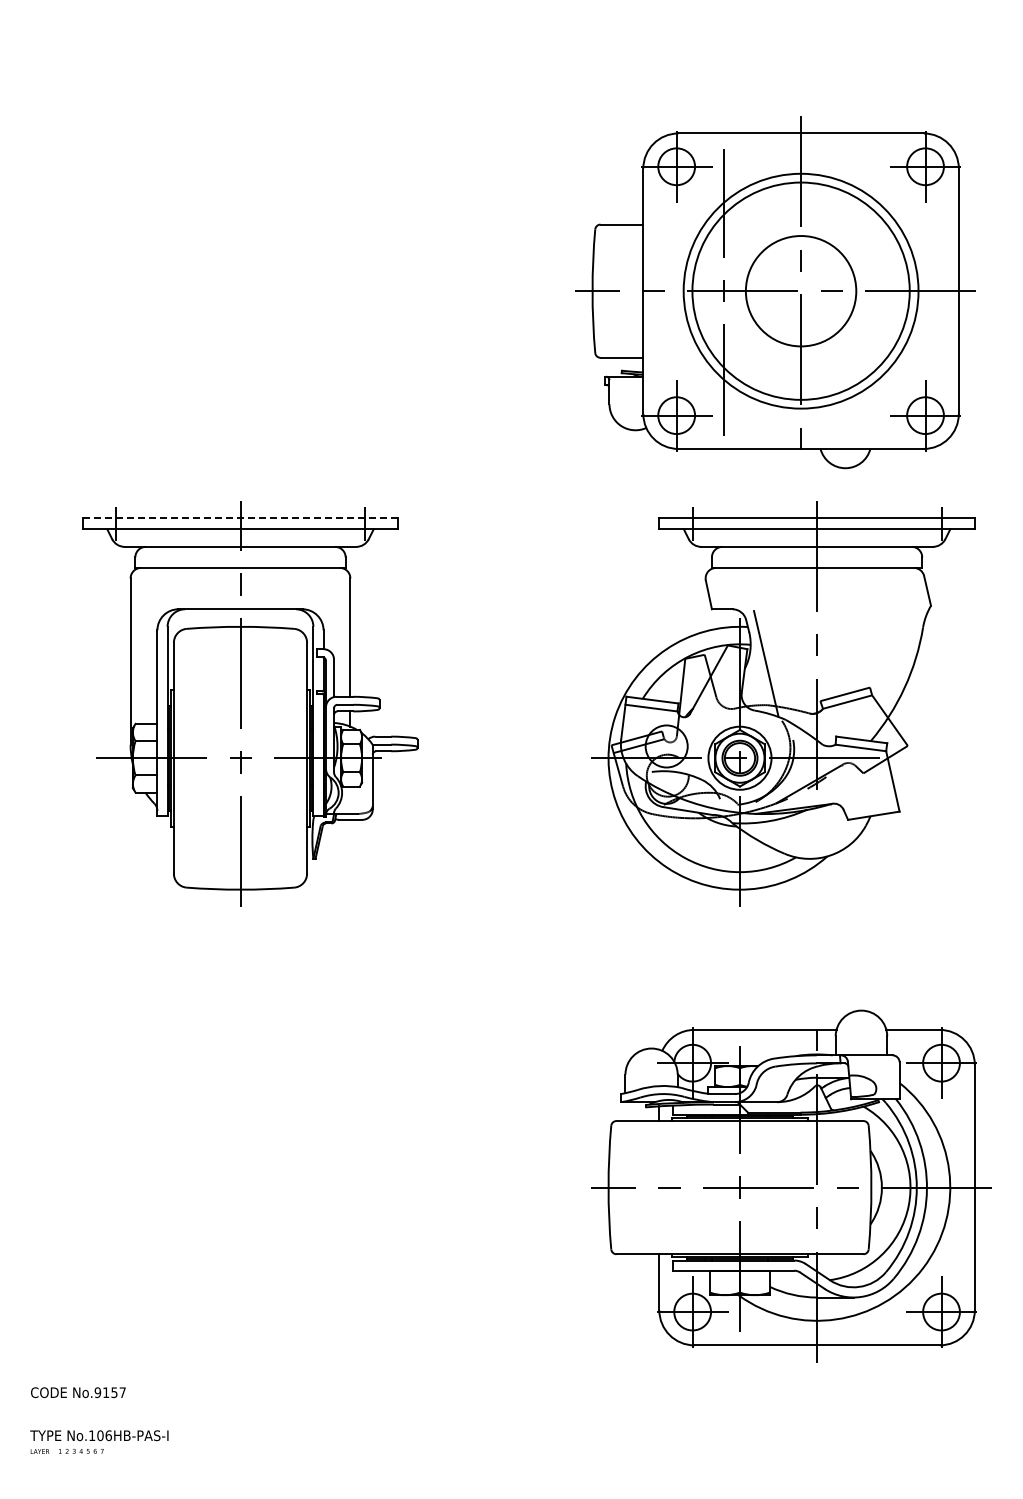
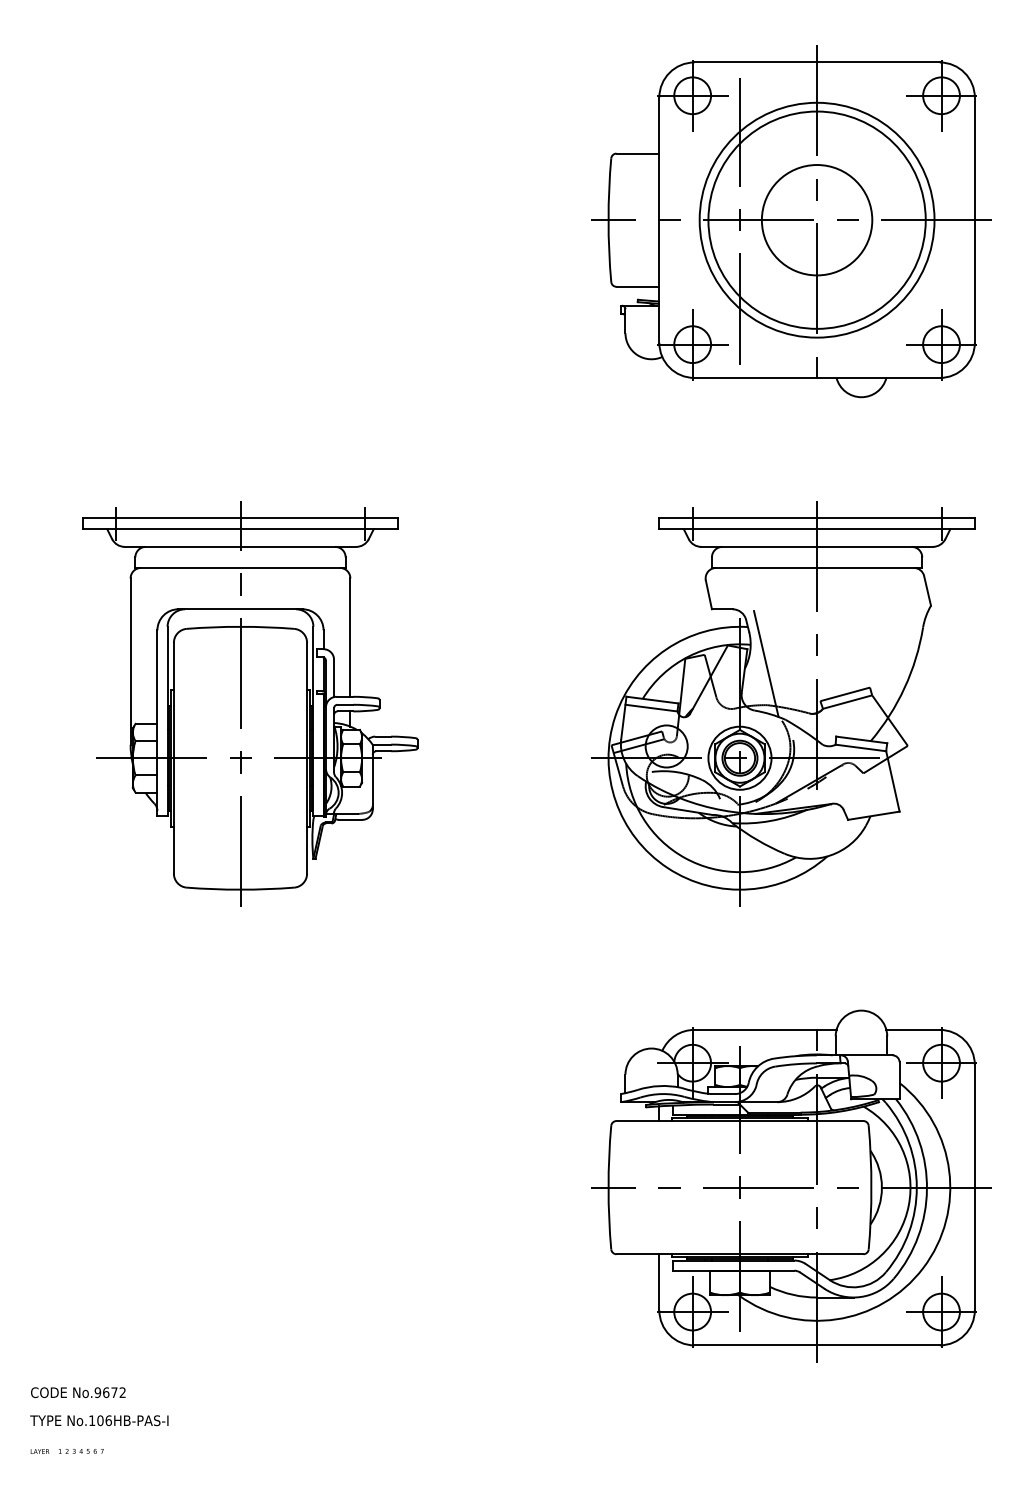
part at (775, 292) position: (775, 292) -> (791, 221)
line at (240, 518): dashed -> solid
text at (114, 1392): No.9157 -> No.9672
text at (99, 1435) position: (99, 1435) -> (99, 1420)
